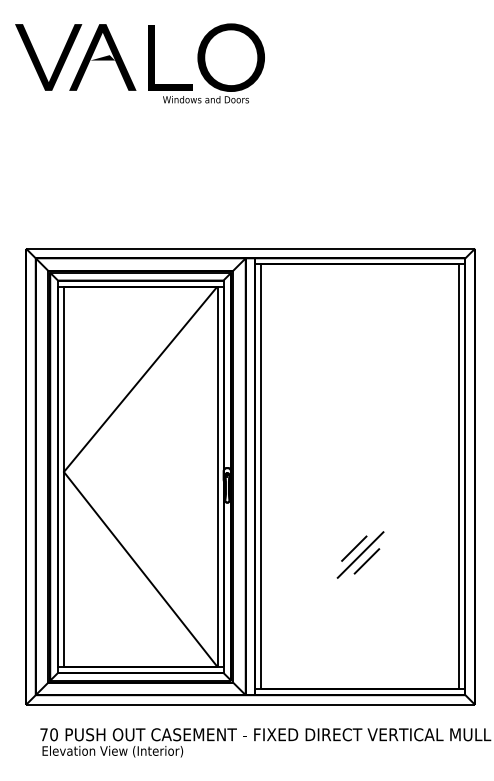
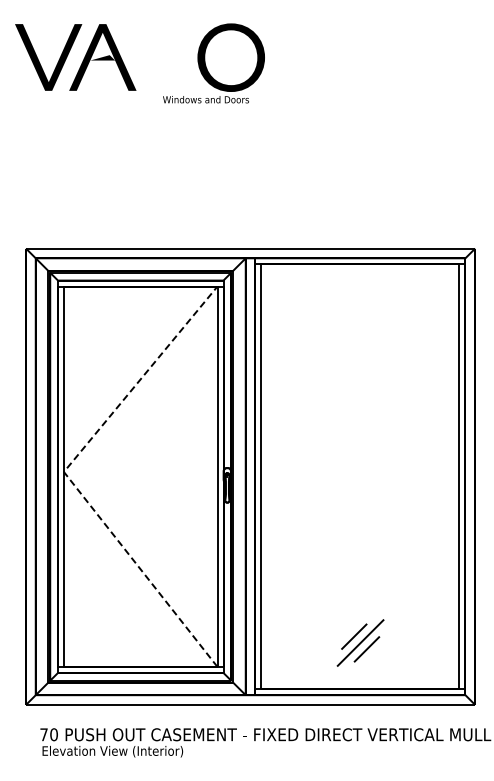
fill at (169, 57): present -> none
line at (65, 474): solid -> dashed
part at (360, 554) position: (360, 554) -> (360, 642)
